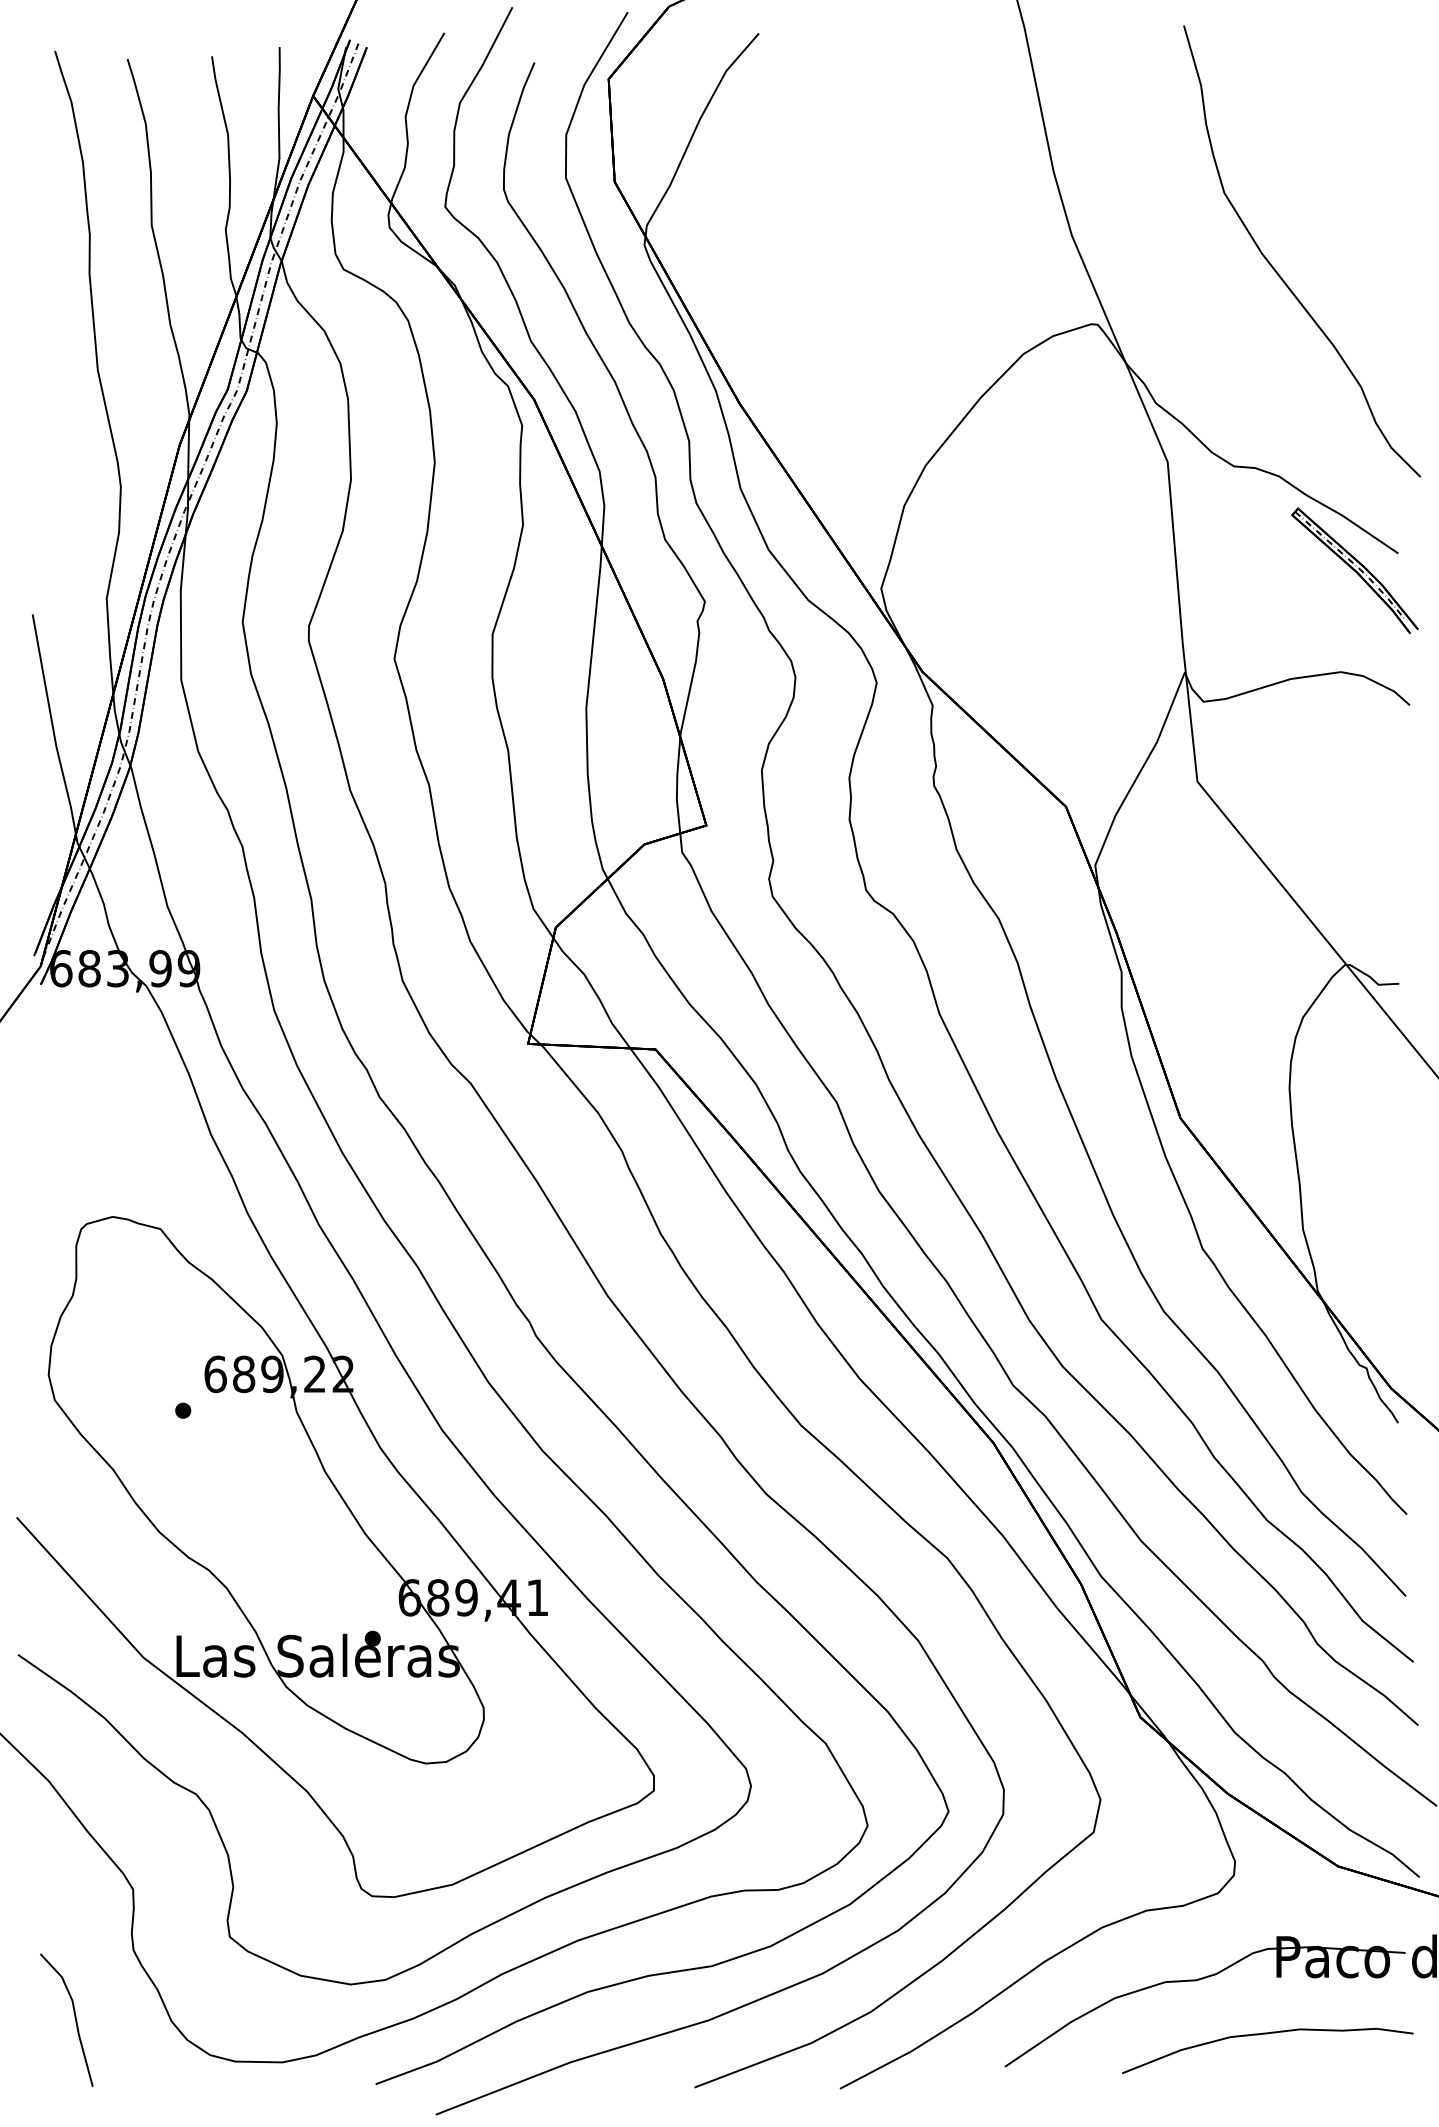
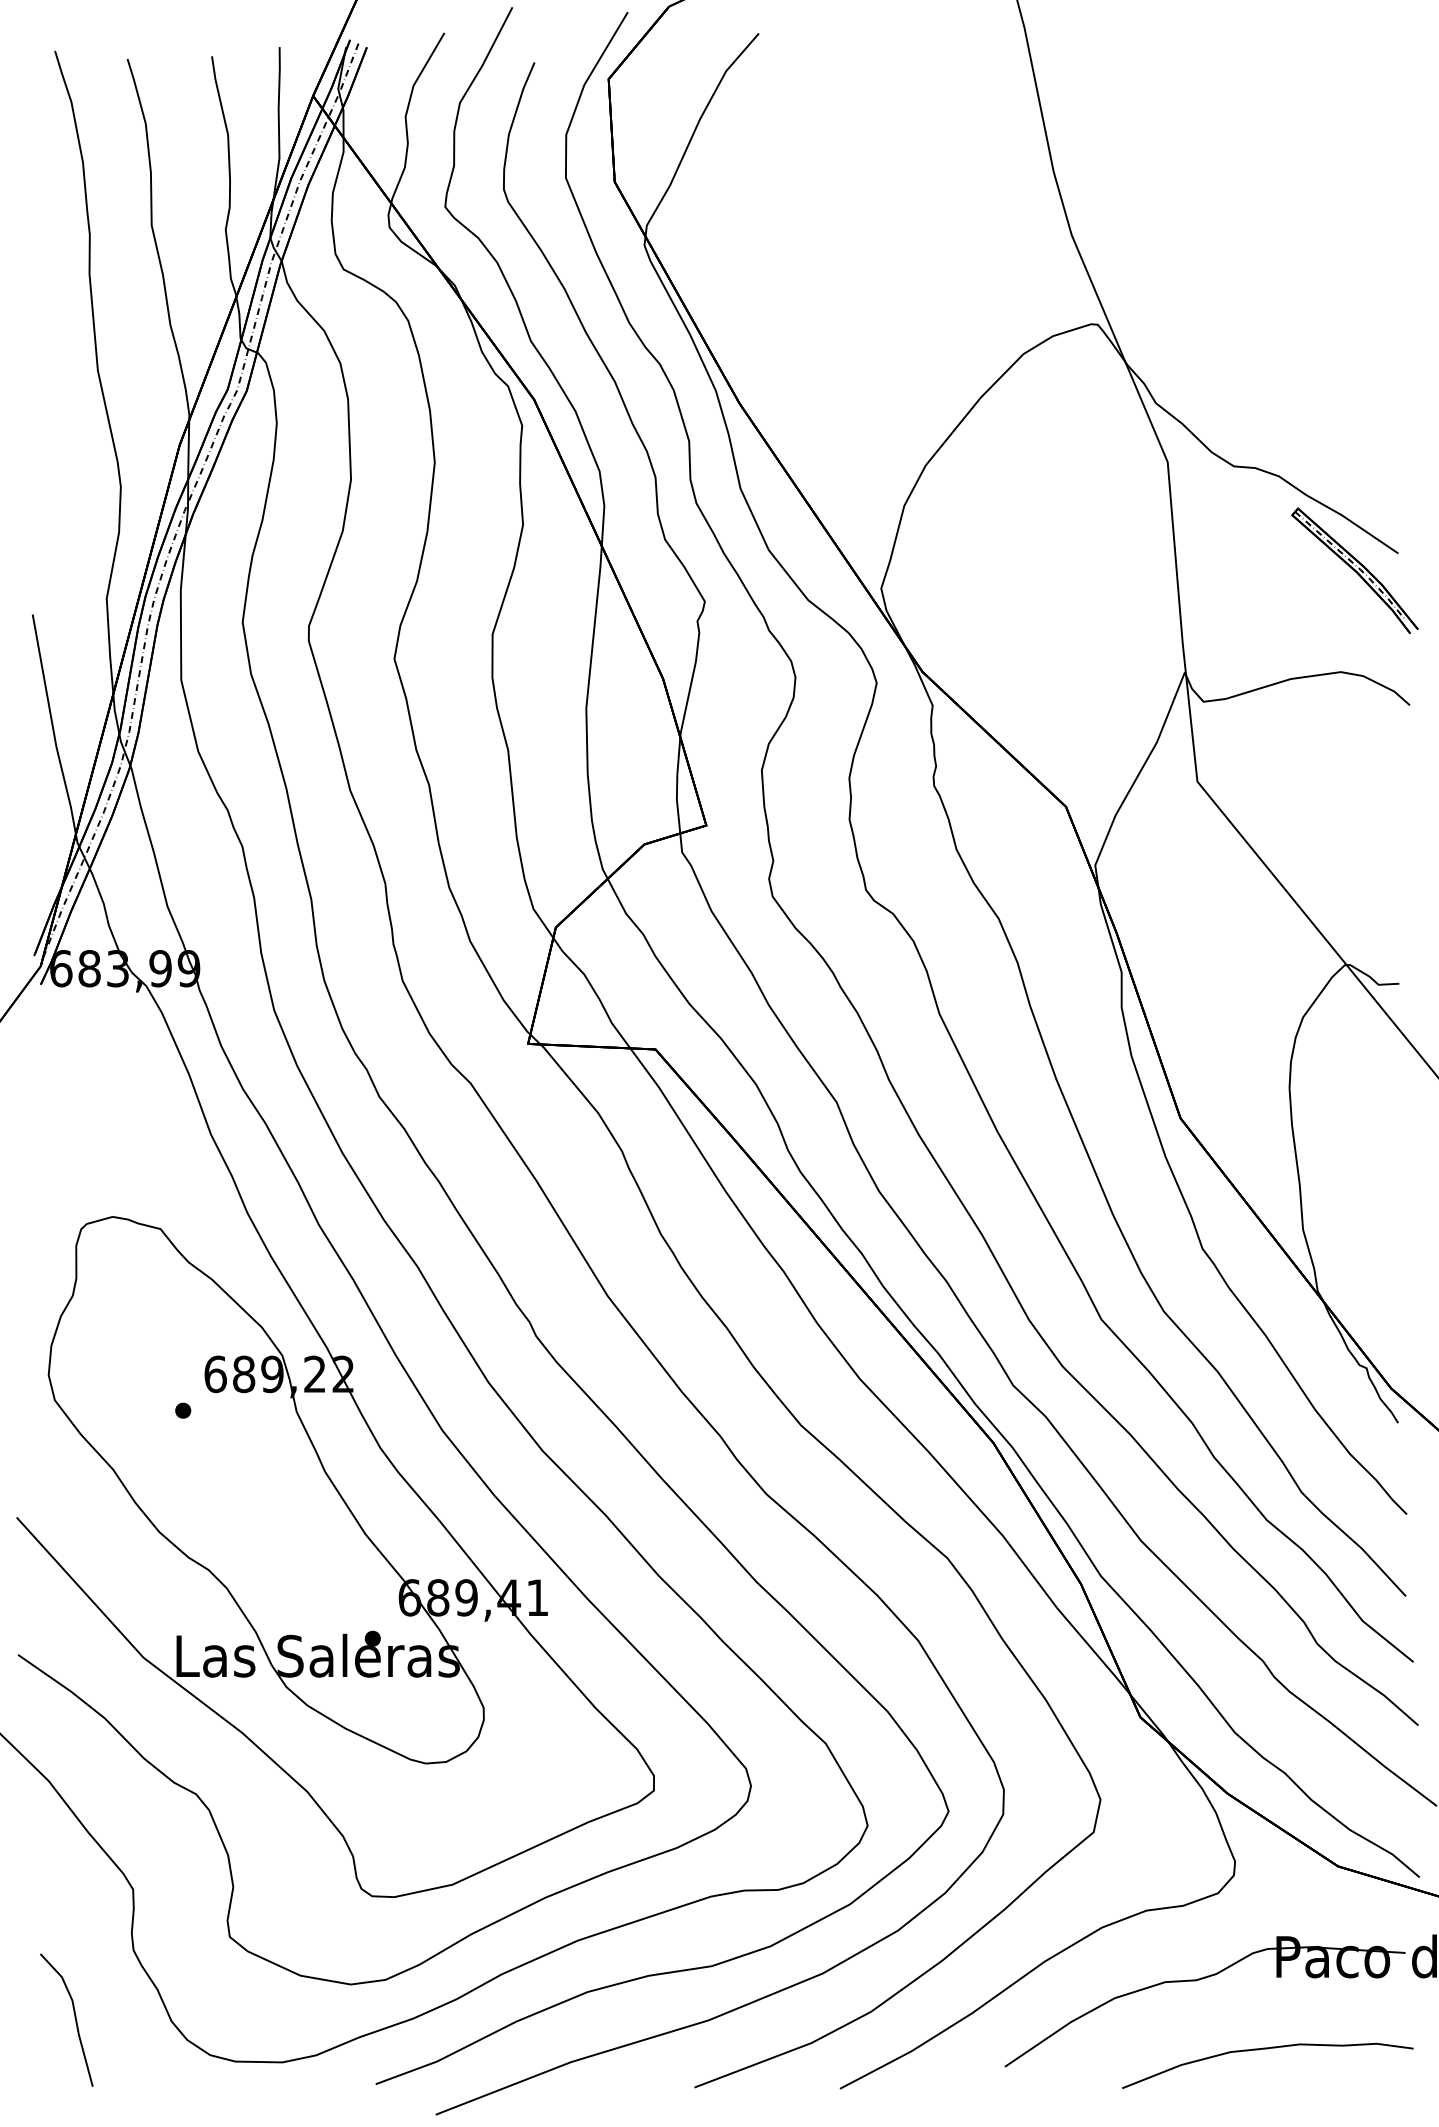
curve at (1277, 271): present -> none
curve at (1267, 2034) position: (1267, 2034) -> (1267, 2049)
